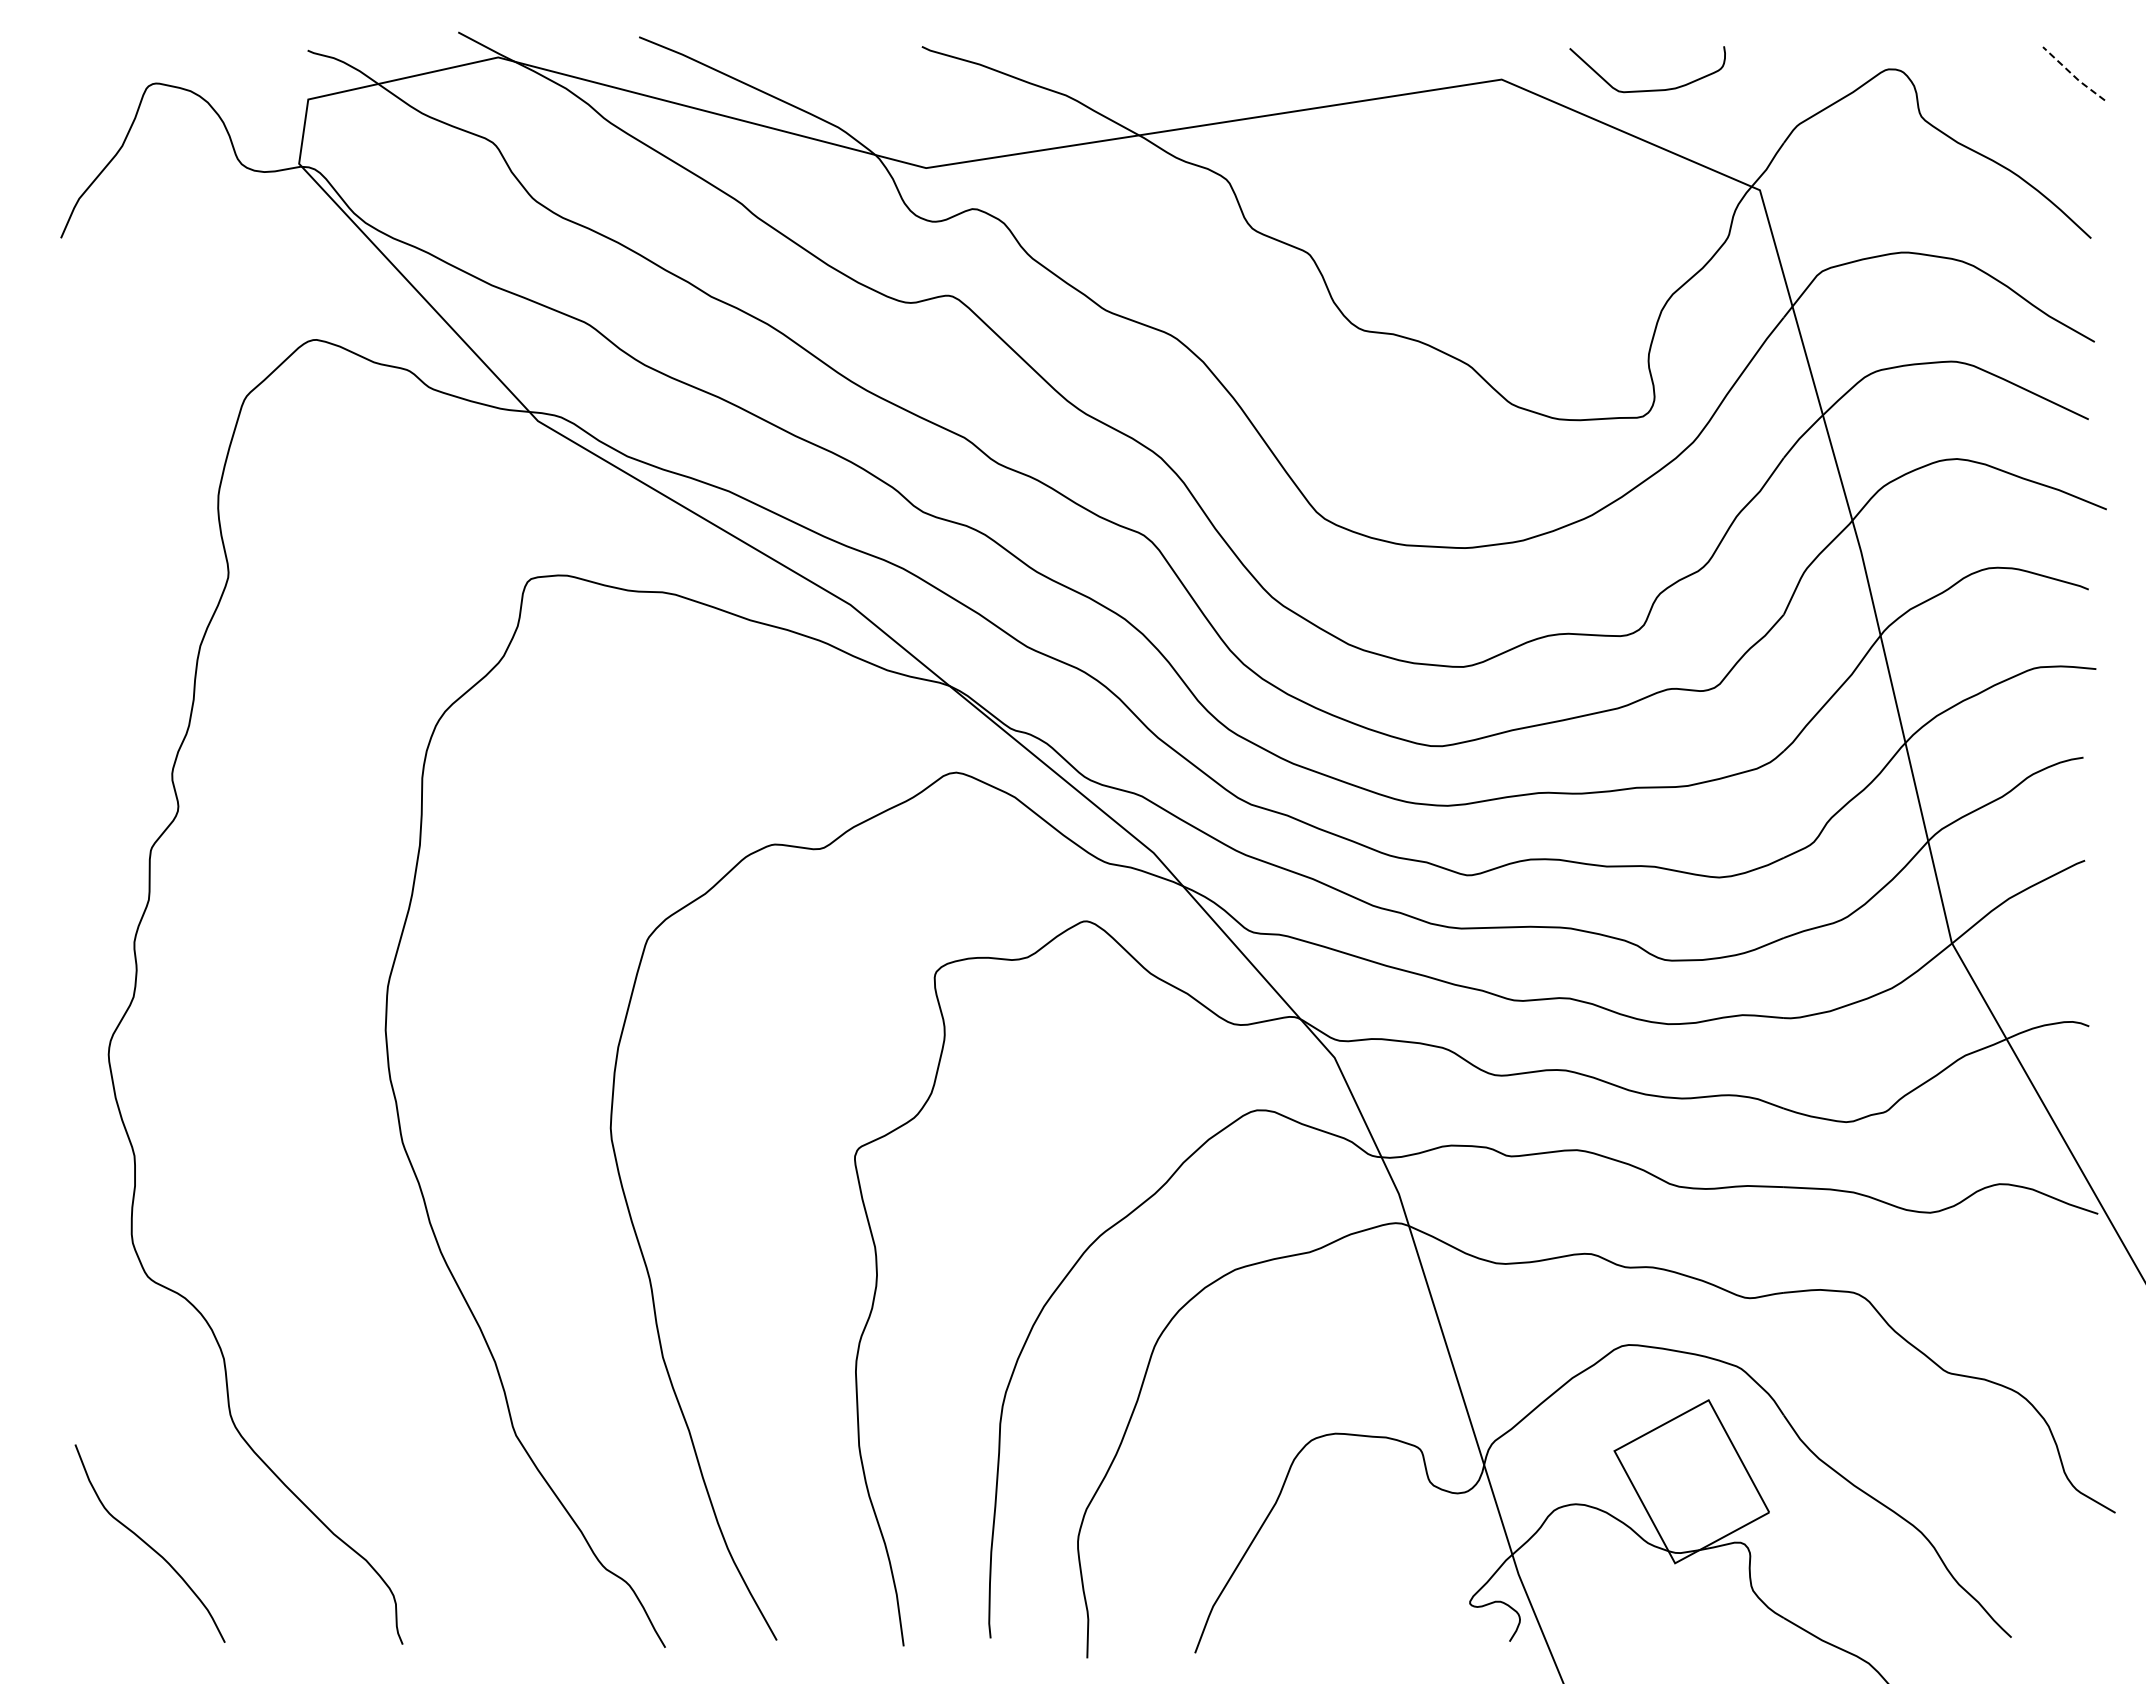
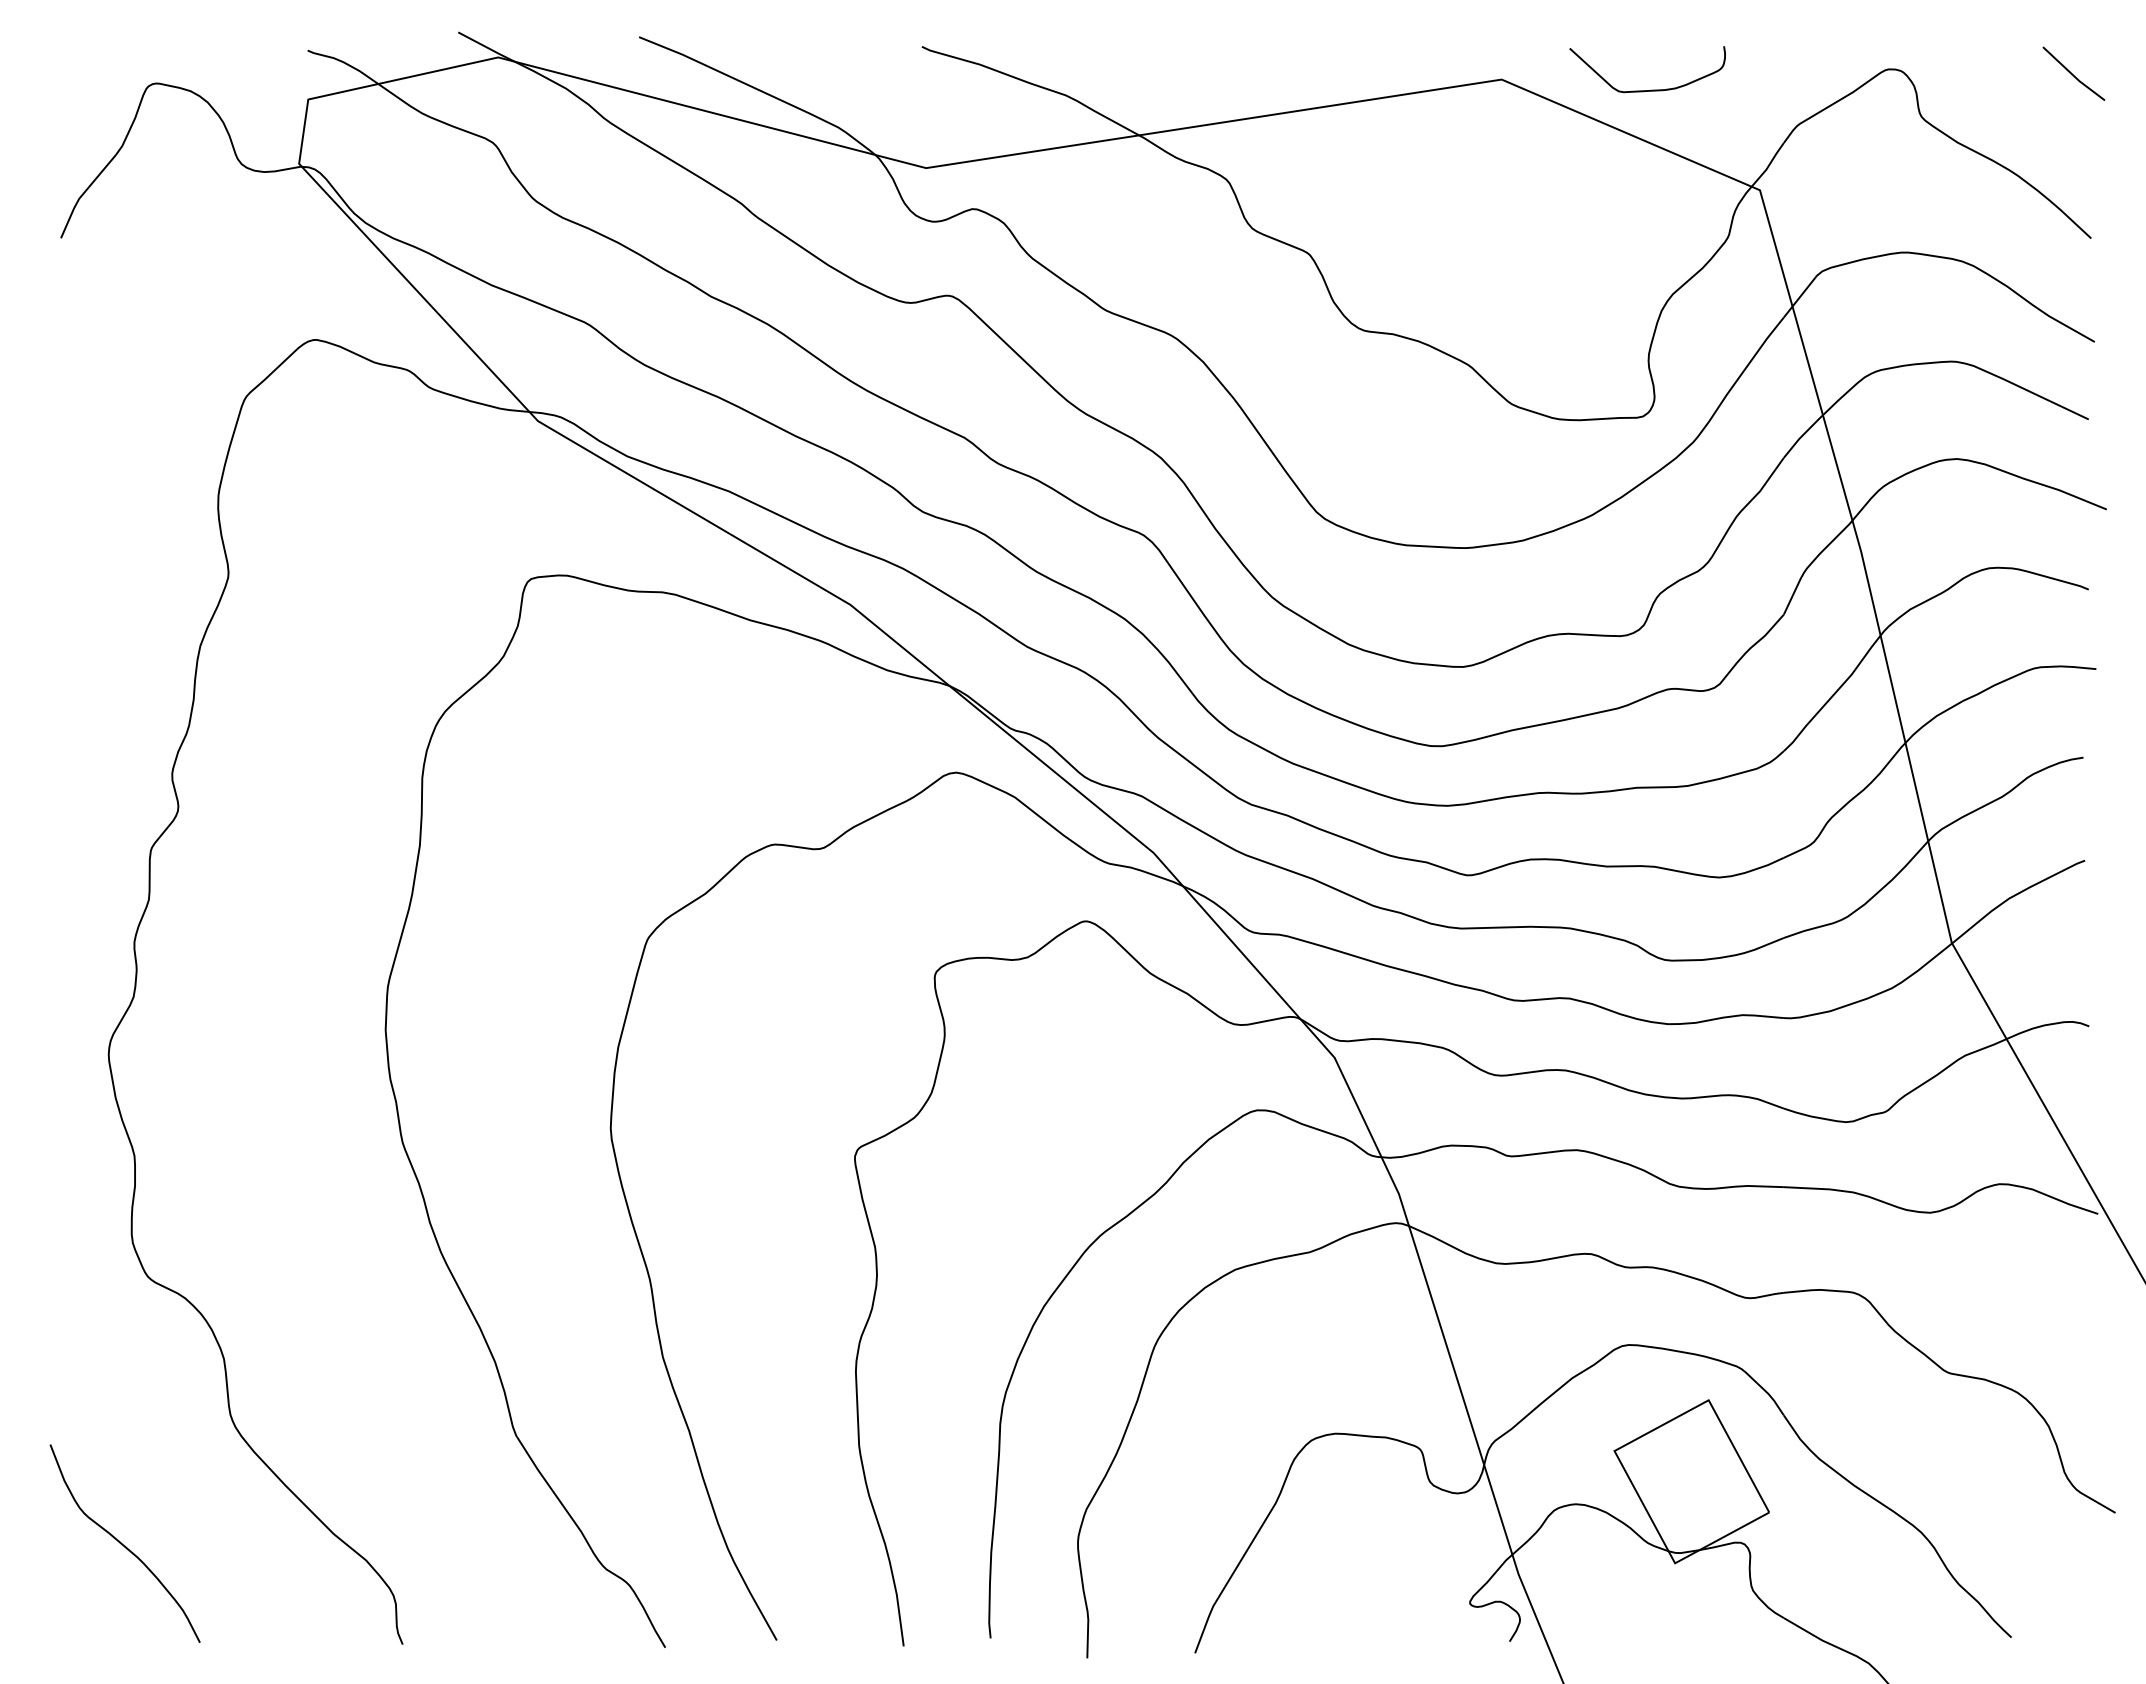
line at (2073, 75): dashed -> solid
curve at (148, 1544) position: (148, 1544) -> (123, 1544)
